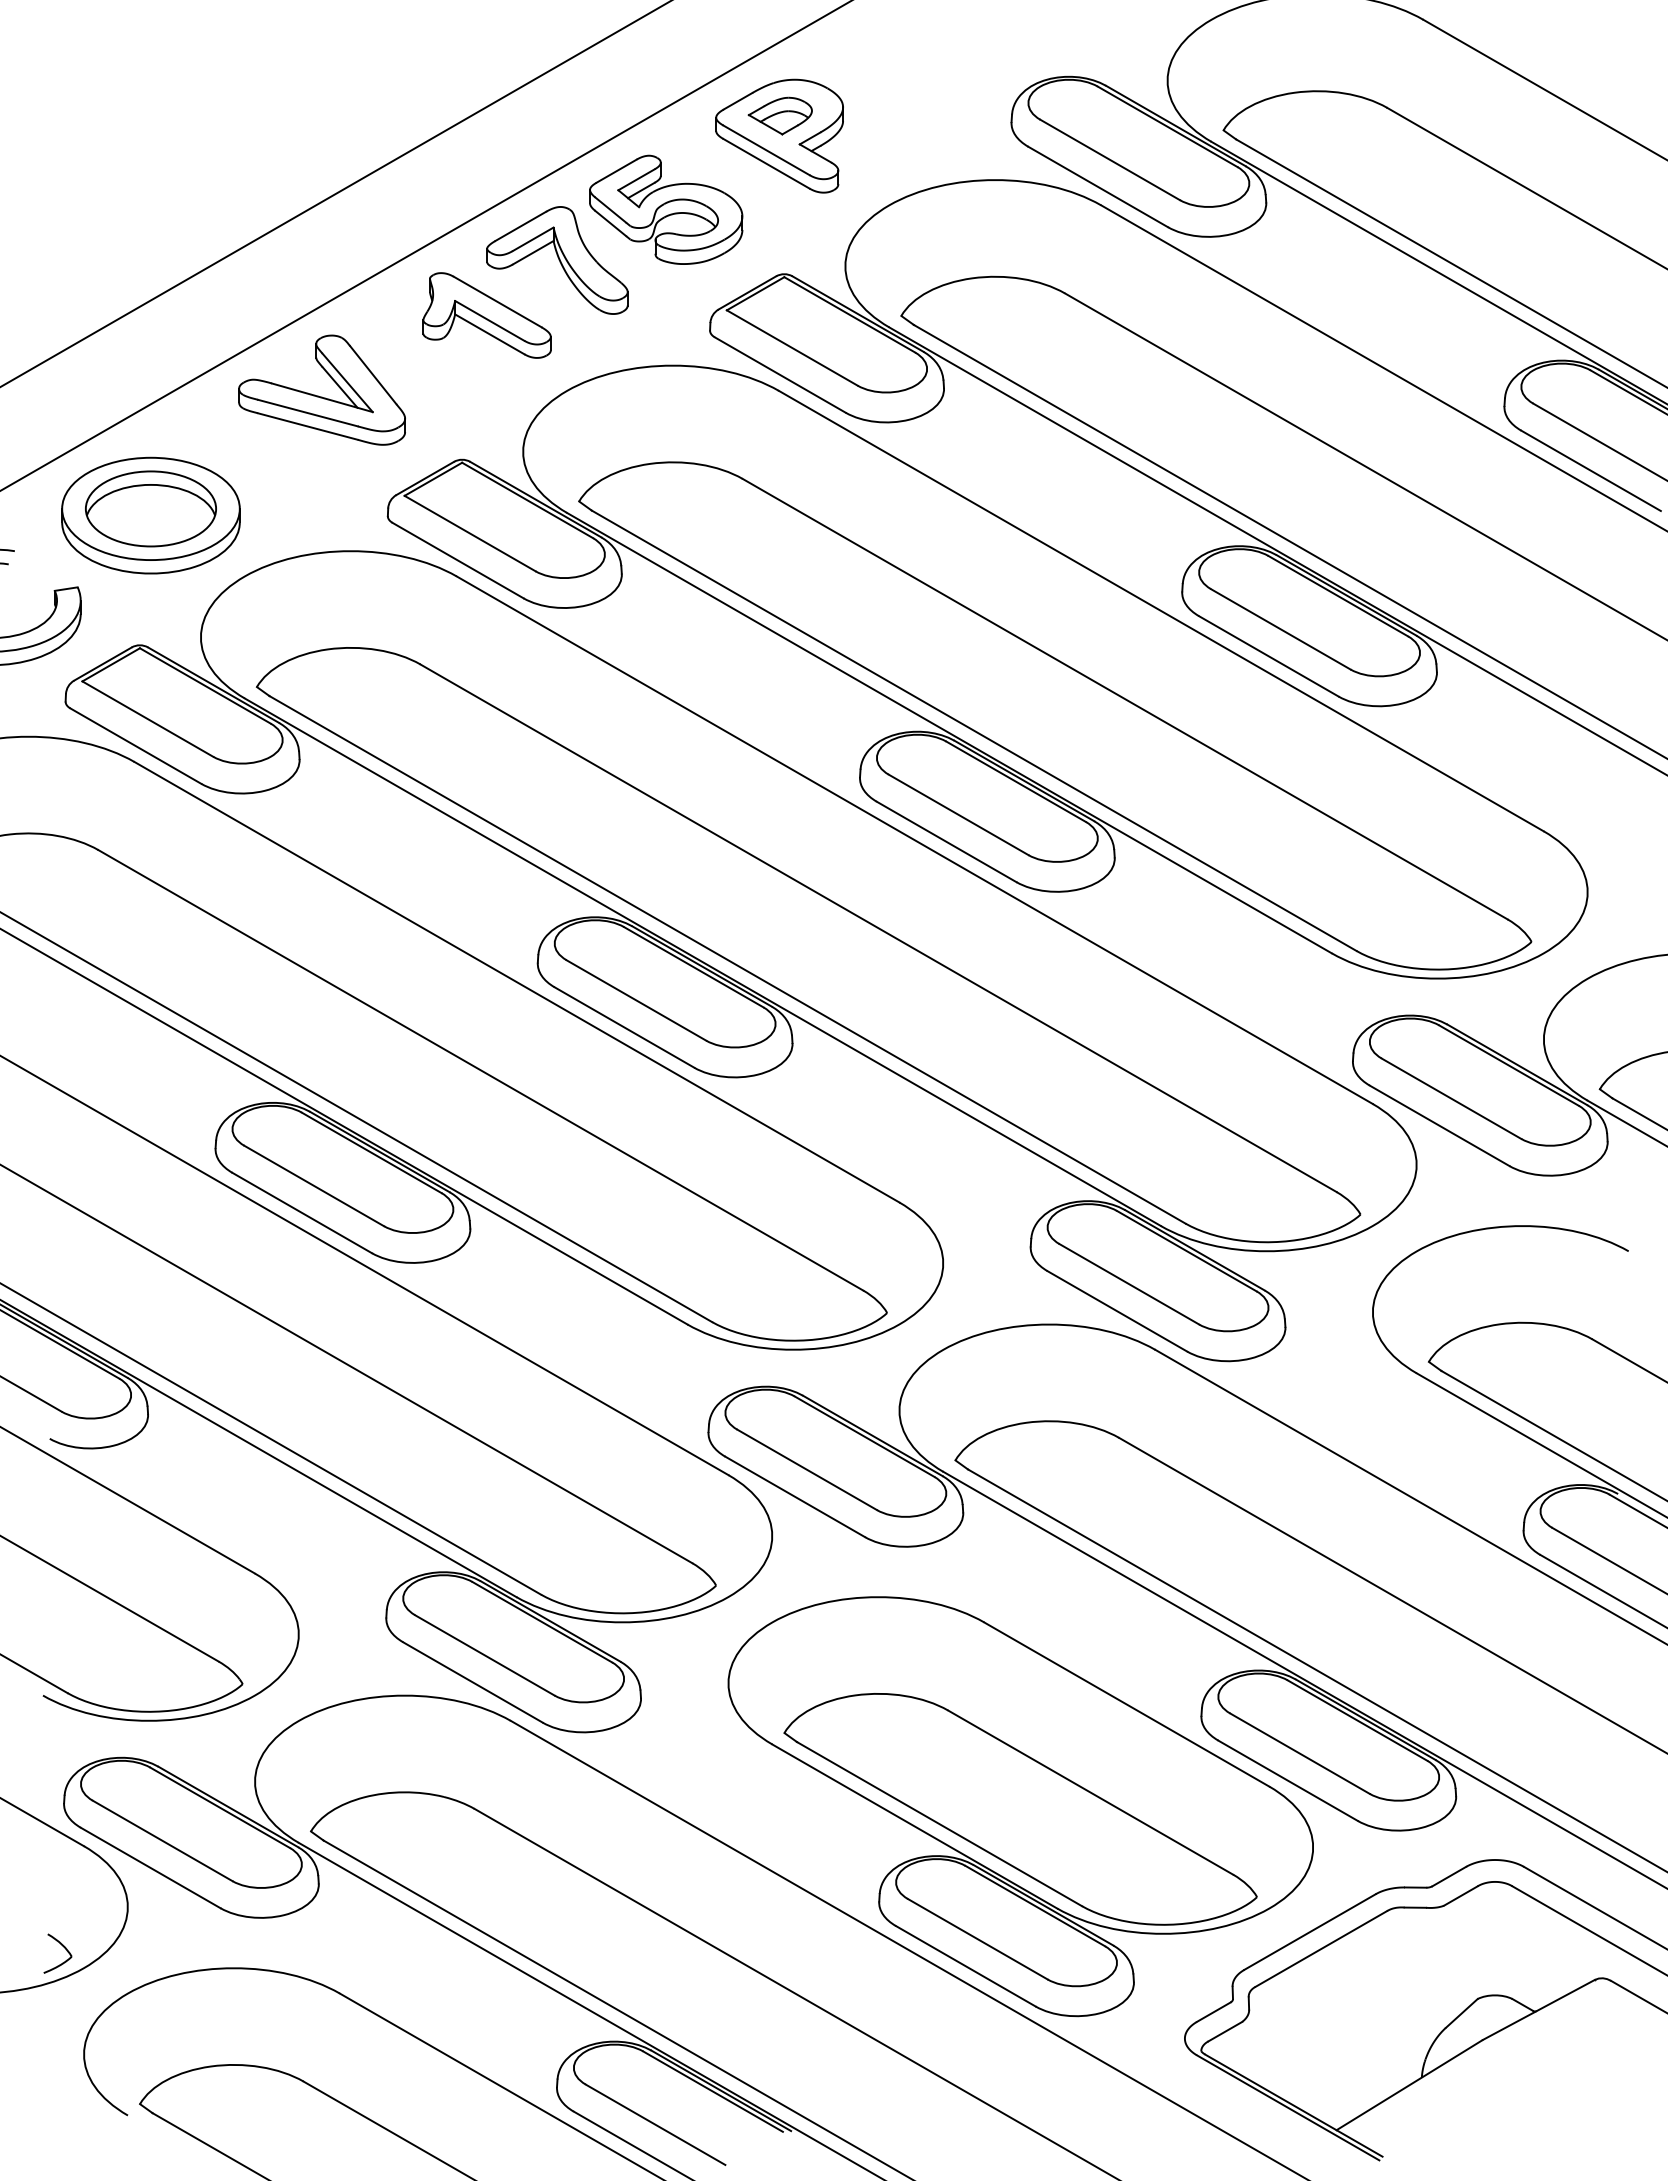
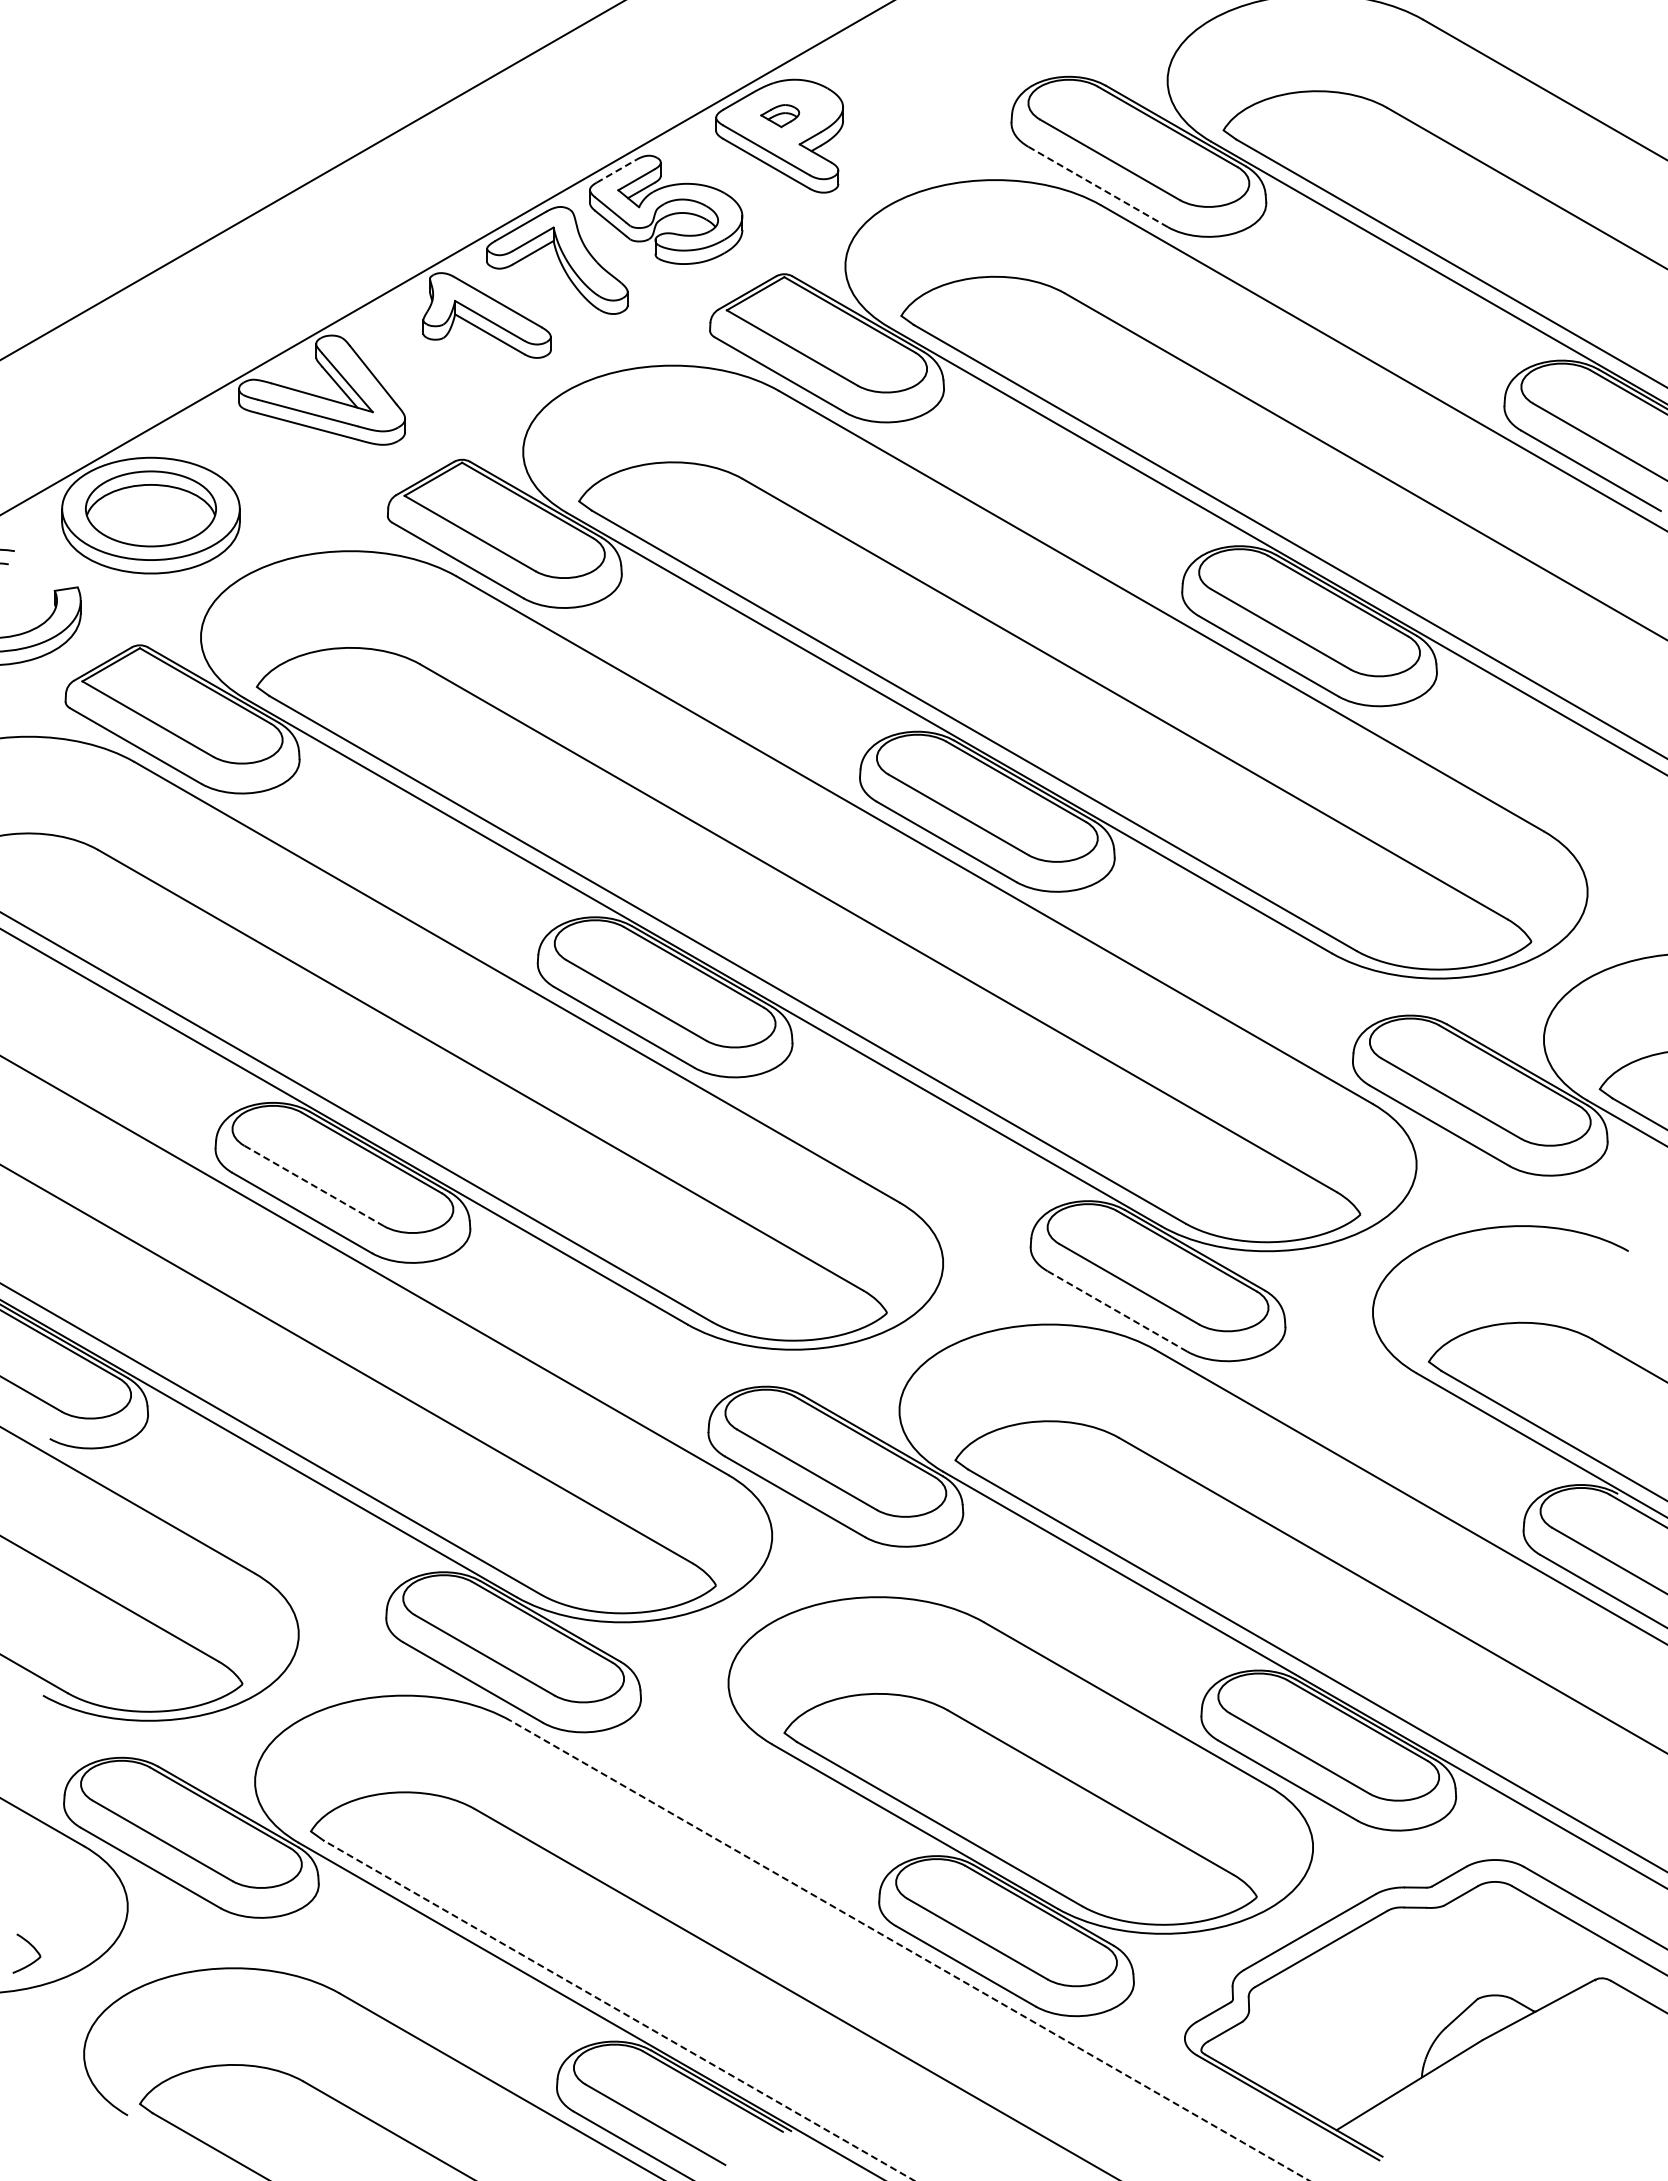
part at (779, 115) size: 66x40 px -> 41x25 px
line at (617, 170): solid -> dashed
line at (1098, 187): solid -> dashed
line at (335, 193) position: (335, 193) -> (311, 180)
line at (425, 245) position: (425, 245) -> (446, 258)
line at (314, 1185): solid -> dashed
line at (1117, 1311): solid -> dashed
part at (63, 1947) position: (63, 1947) -> (32, 1947)
line at (910, 1950): solid -> dashed
line at (618, 2010): solid -> dashed
